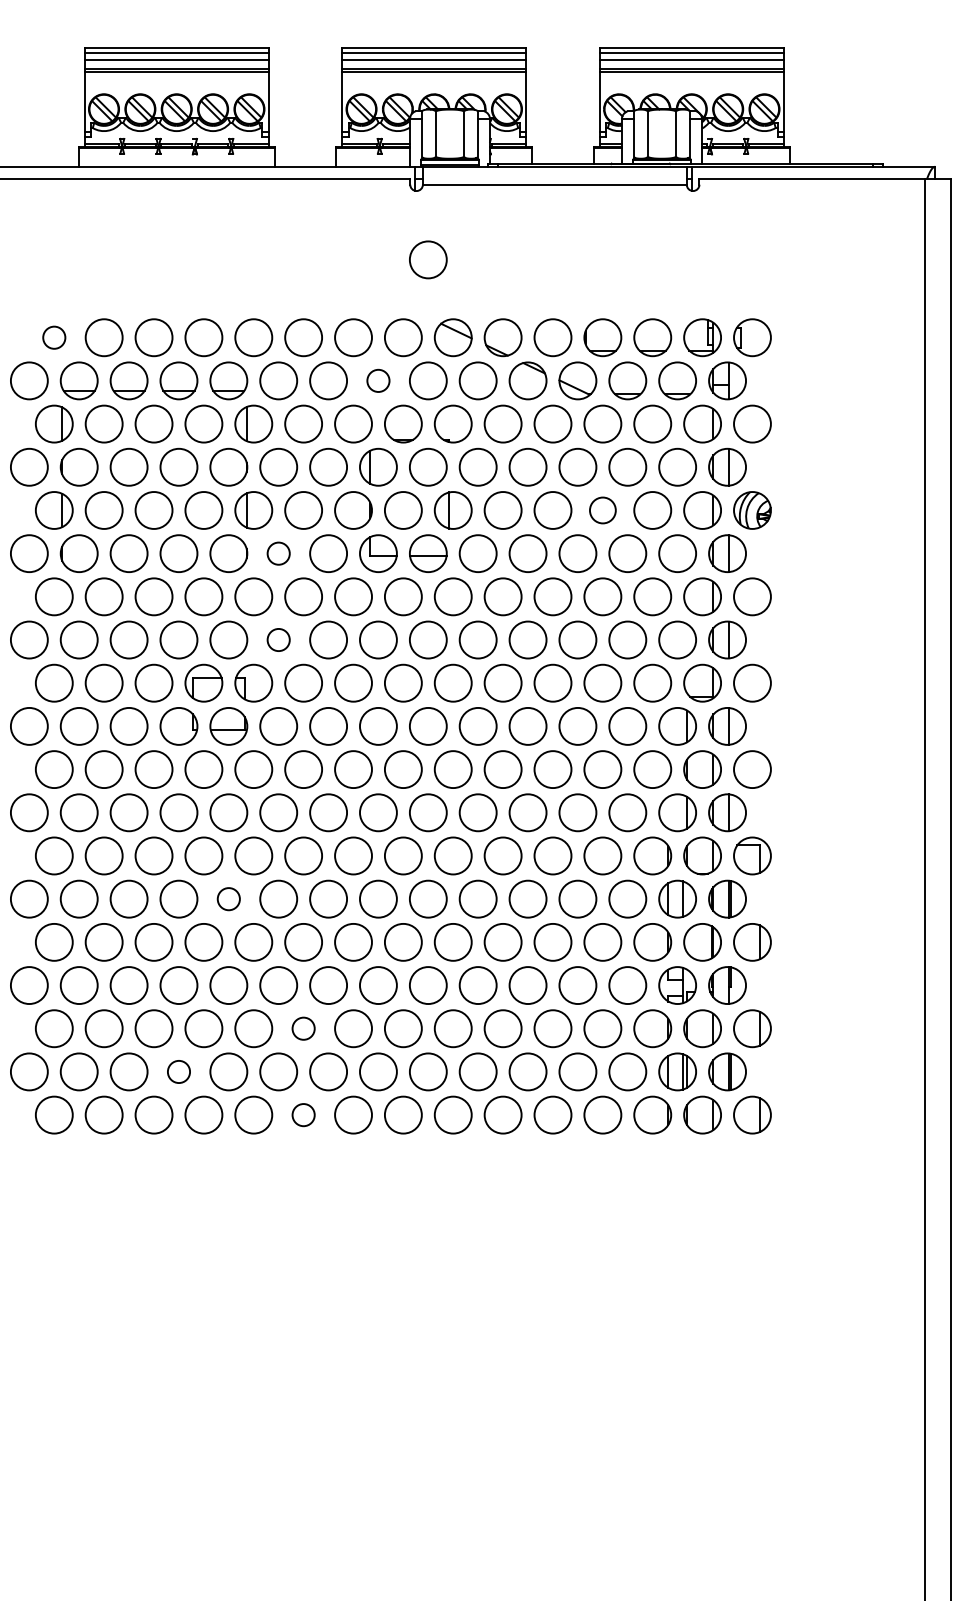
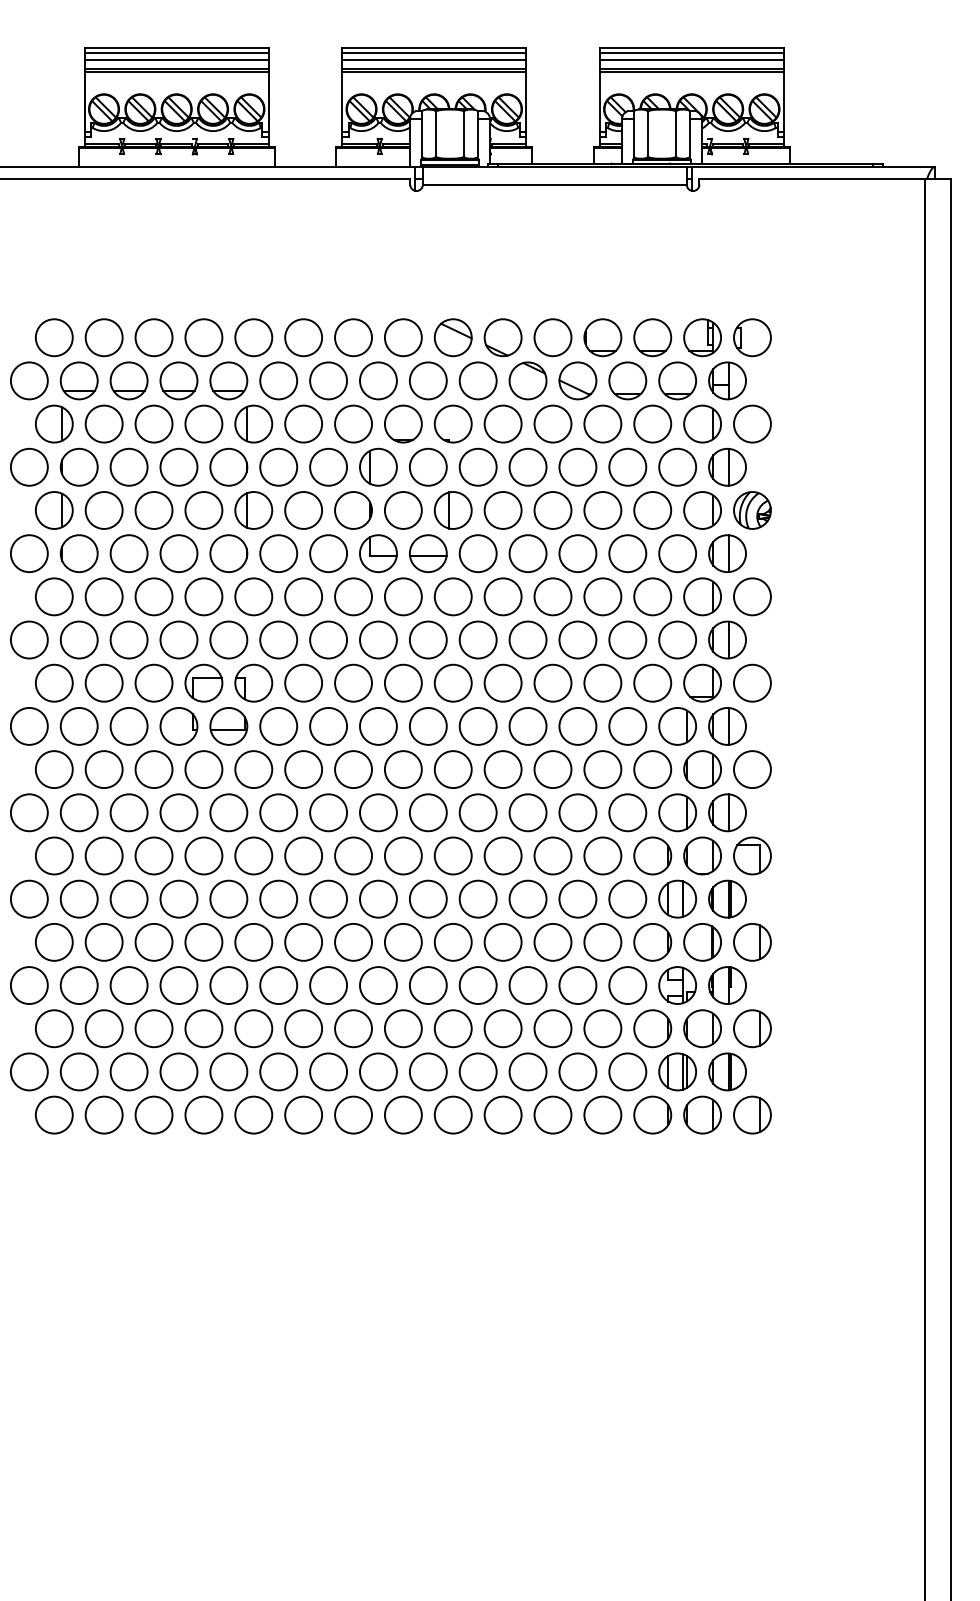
circle at (428, 259): present -> none
circle at (54, 337) diameter: 22 px -> 37 px
circle at (378, 380) diameter: 22 px -> 37 px
circle at (602, 510) size: 28x29 px -> 40x39 px
circle at (278, 553) diameter: 22 px -> 37 px
circle at (278, 639) diameter: 22 px -> 37 px
circle at (228, 899) diameter: 22 px -> 37 px
circle at (303, 1028) diameter: 22 px -> 37 px
circle at (178, 1071) size: 24x24 px -> 40x40 px
circle at (303, 1115) diameter: 22 px -> 37 px
